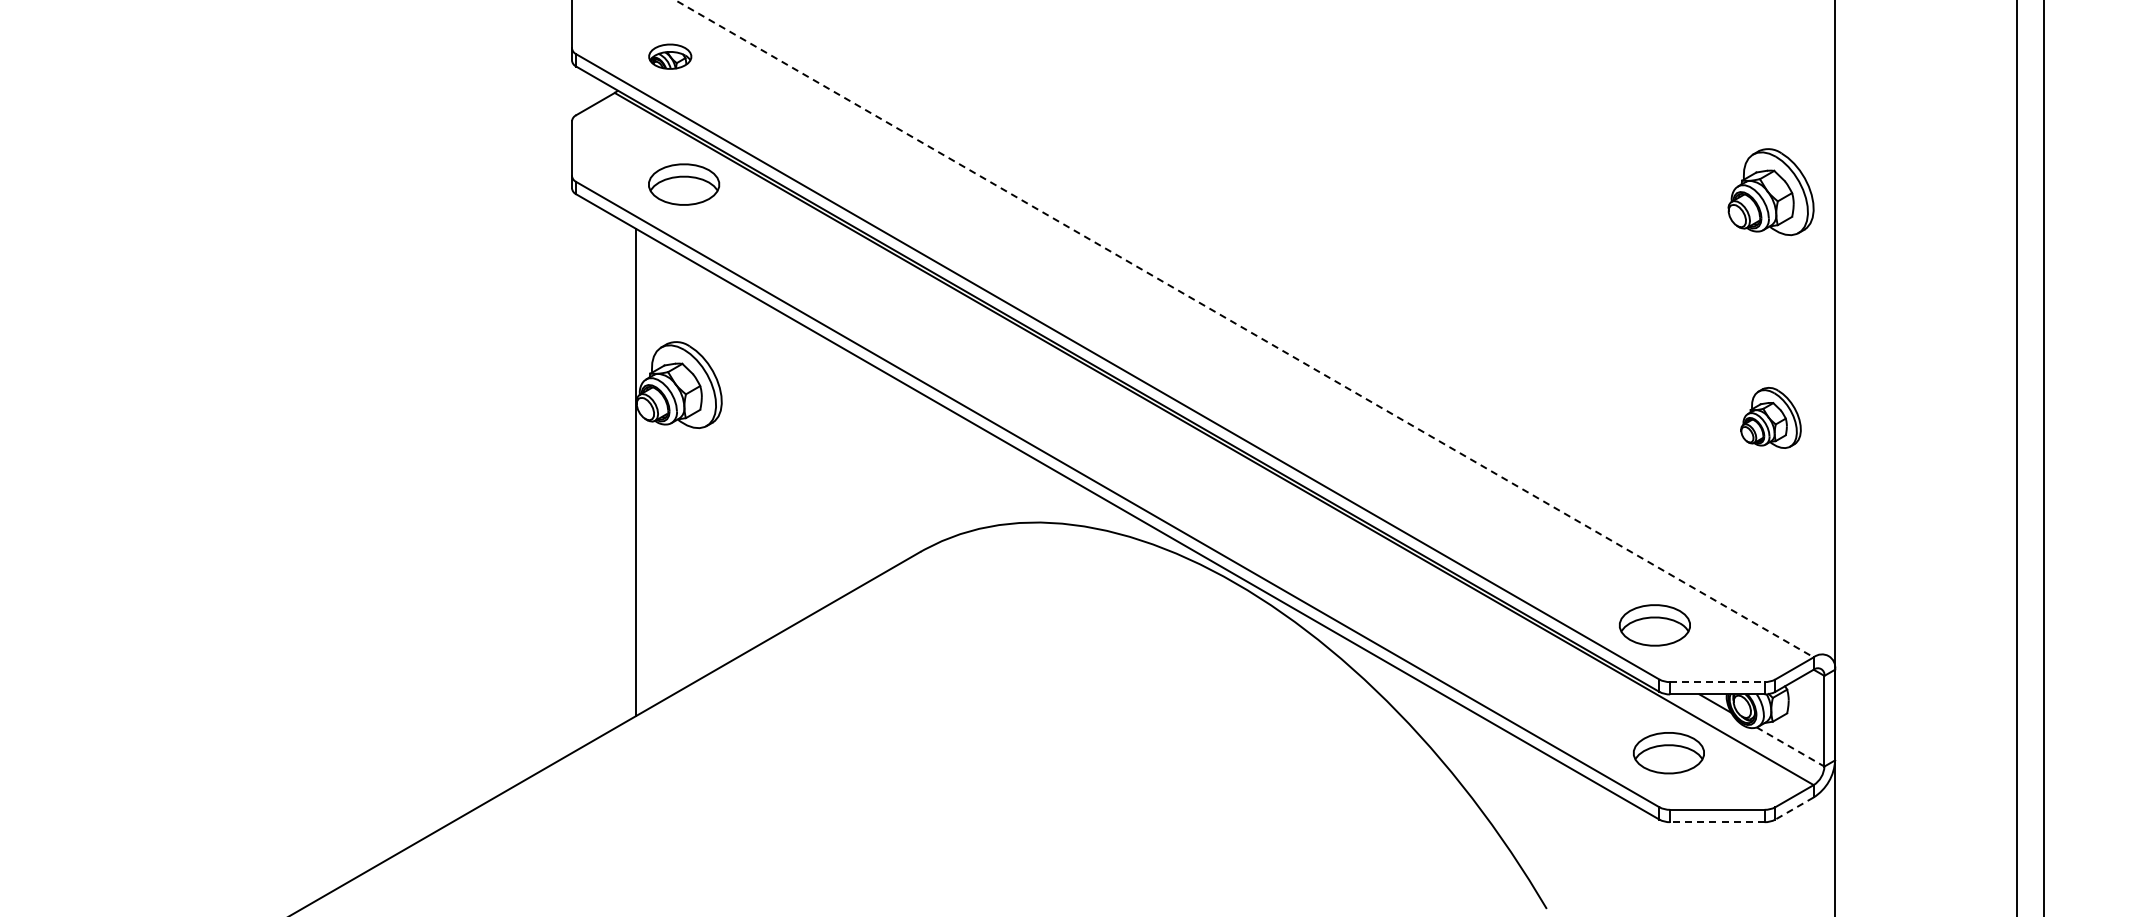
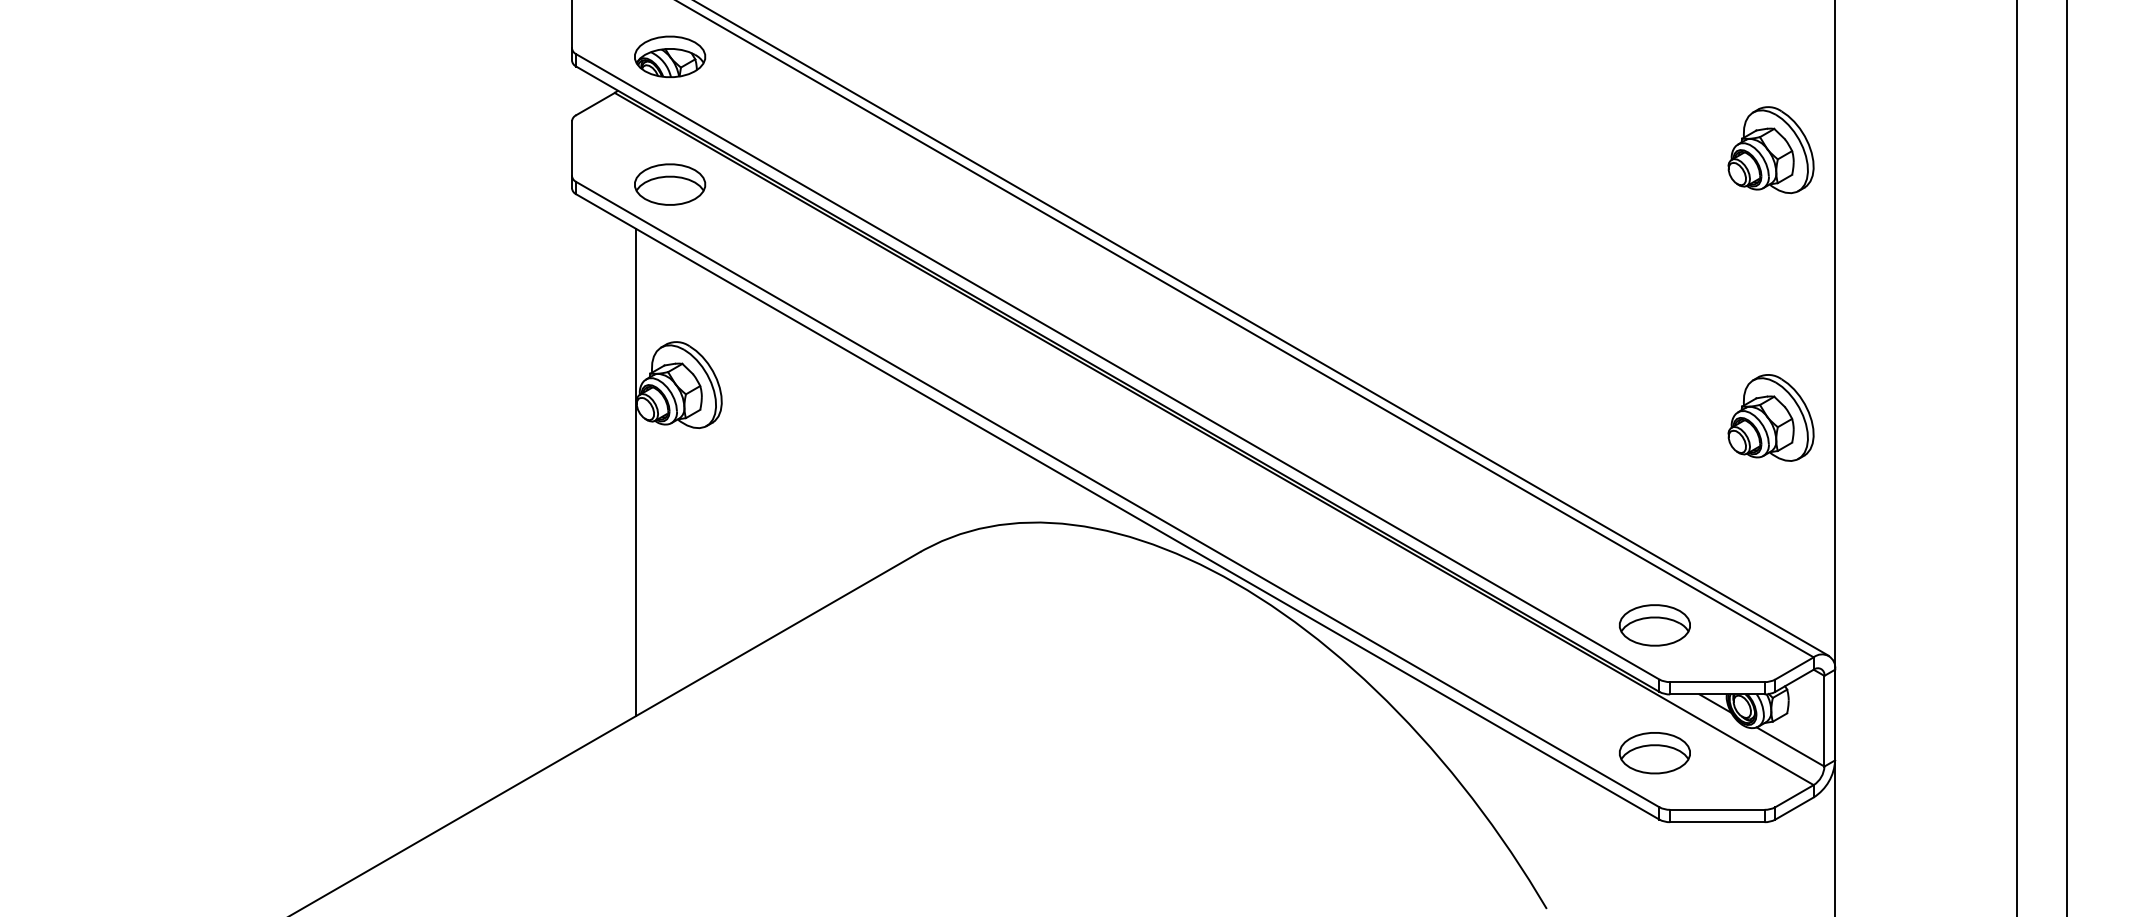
part at (670, 56) size: 45x27 px -> 73x43 px
part at (684, 184) position: (684, 184) -> (670, 184)
part at (1770, 192) position: (1770, 192) -> (1770, 150)
line at (1262, 328): none -> present
line at (1244, 329): dashed -> solid
part at (1770, 417) size: 62x62 px -> 88x88 px
line at (2044, 457) position: (2044, 457) -> (2067, 457)
line at (1717, 682): dashed -> solid
line at (1790, 747): dashed -> solid
part at (1668, 753) position: (1668, 753) -> (1654, 753)
line at (1794, 808): dashed -> solid
line at (1716, 822): dashed -> solid
